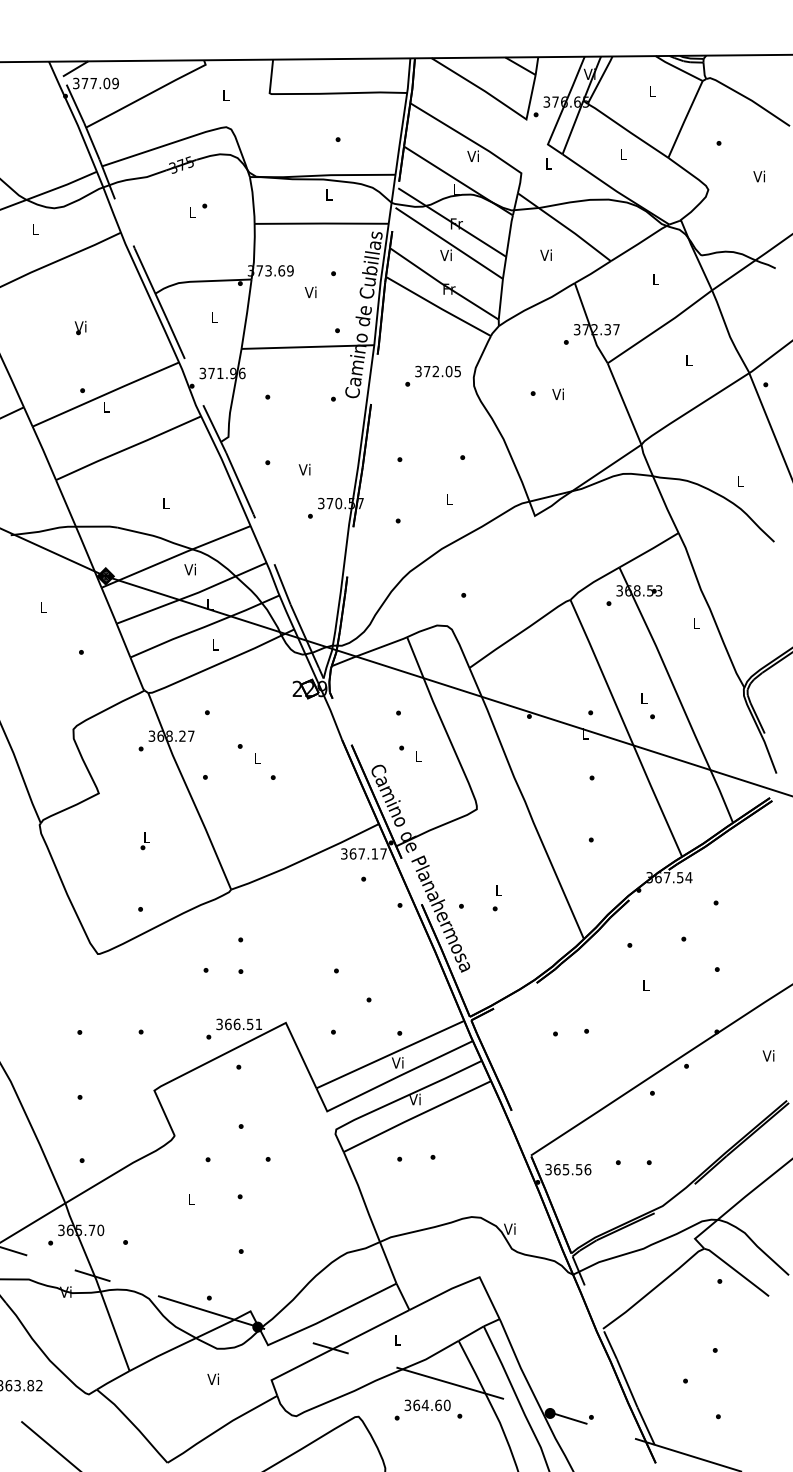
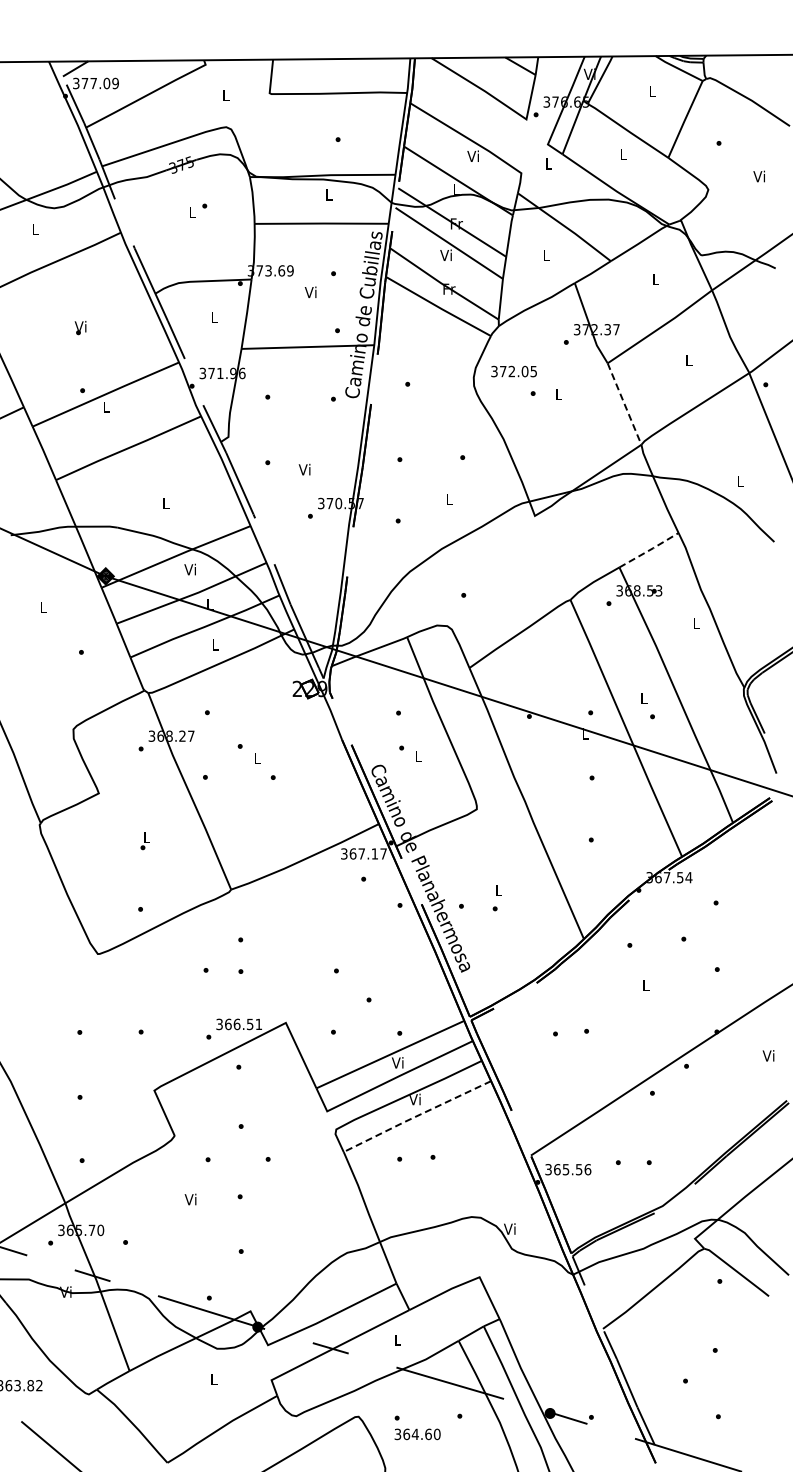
text at (545, 254): Vi -> L
text at (437, 371) position: (437, 371) -> (513, 371)
text at (557, 393): Vi -> L
line at (624, 403): solid -> dashed
line at (649, 550): solid -> dashed
line at (416, 1116): solid -> dashed
text at (190, 1199): L -> Vi
text at (212, 1378): Vi -> L
text at (427, 1405) position: (427, 1405) -> (417, 1434)
